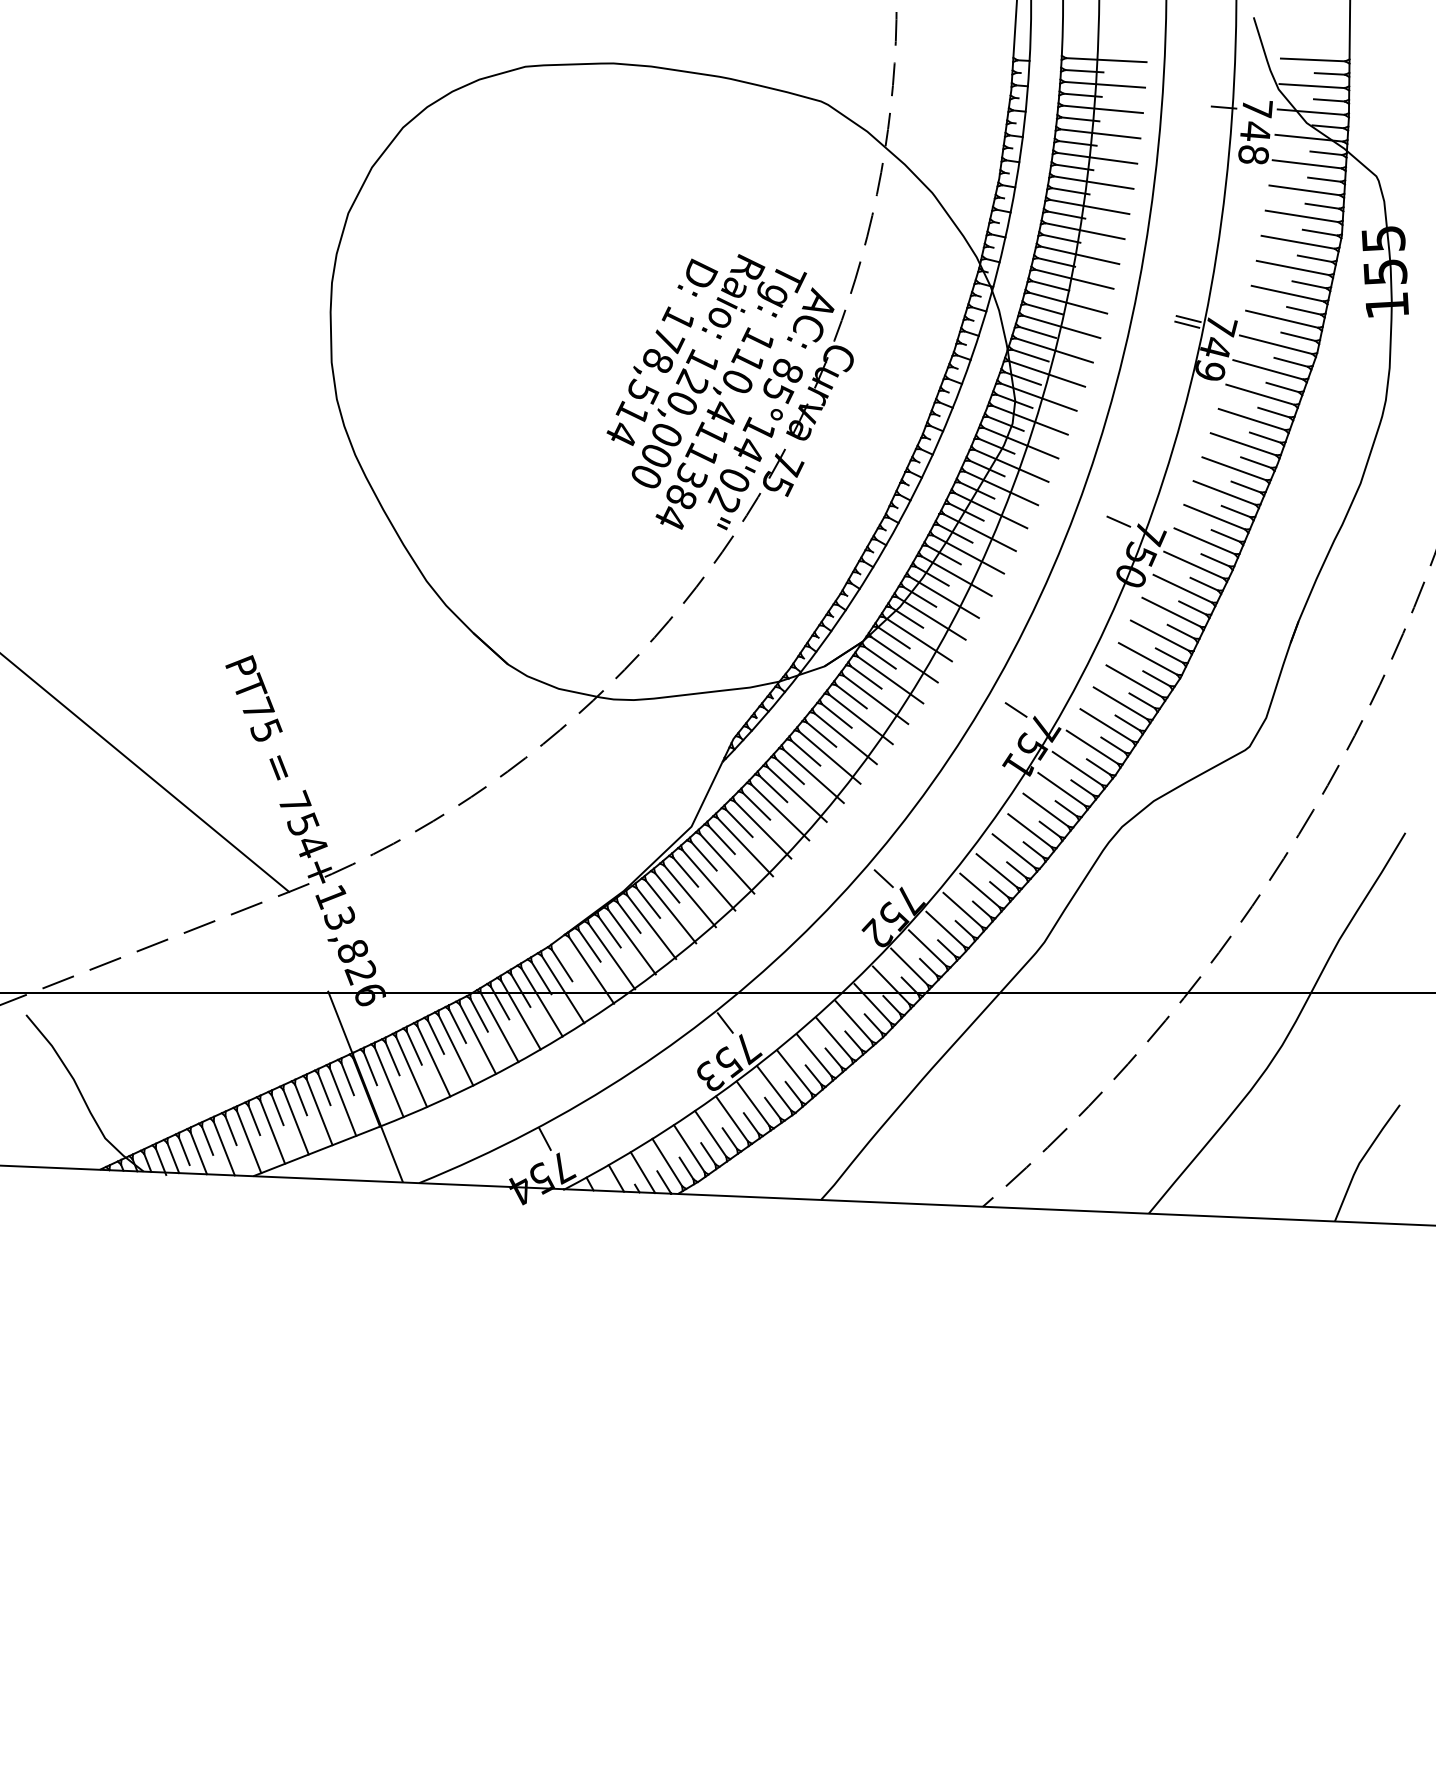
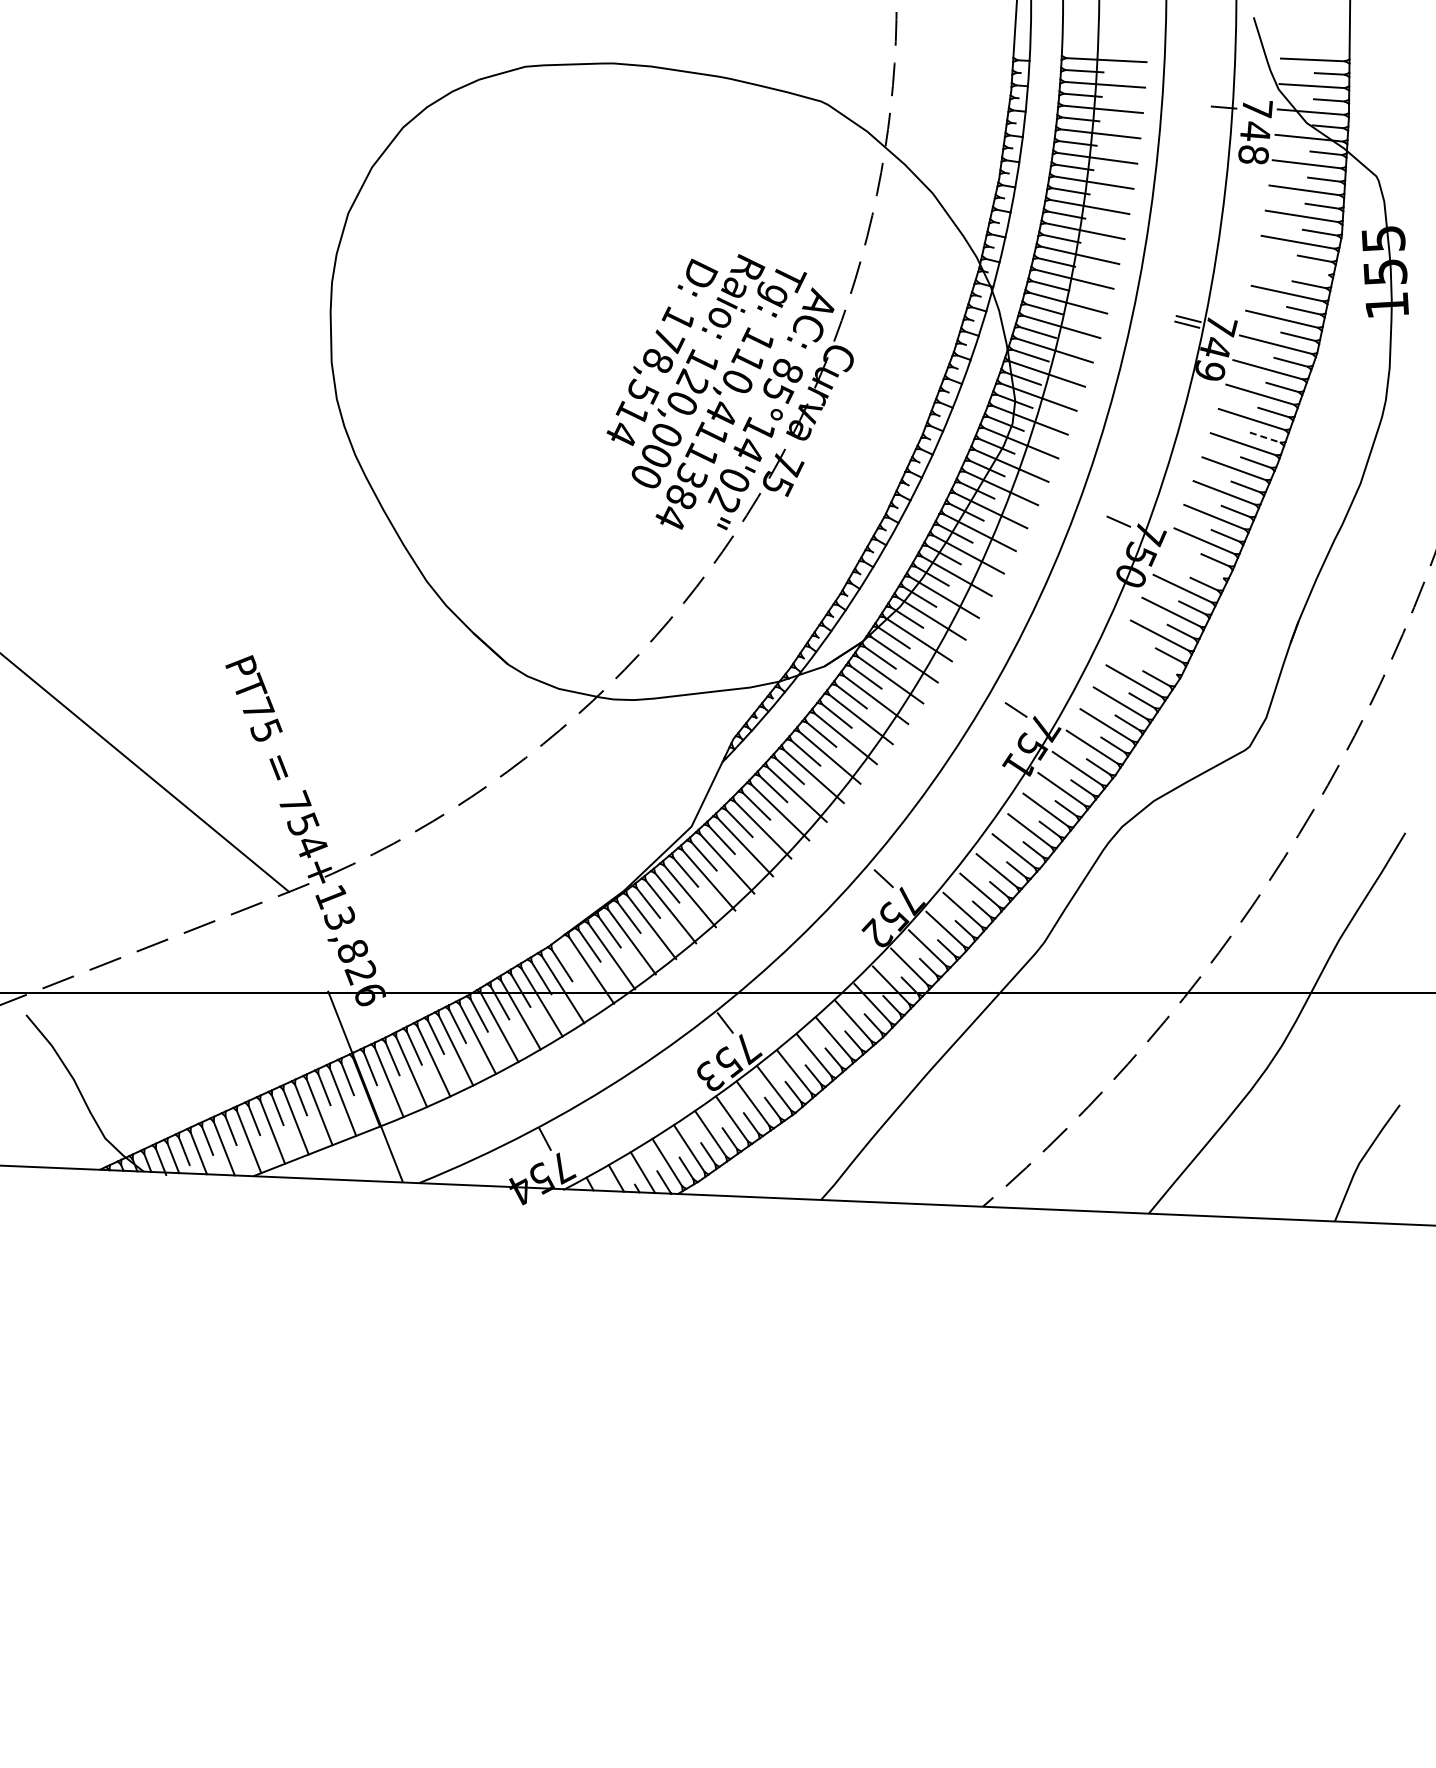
line at (1292, 267): present -> none
line at (1265, 437): solid -> dashed
line at (1193, 564): present -> none
line at (1147, 658): present -> none
